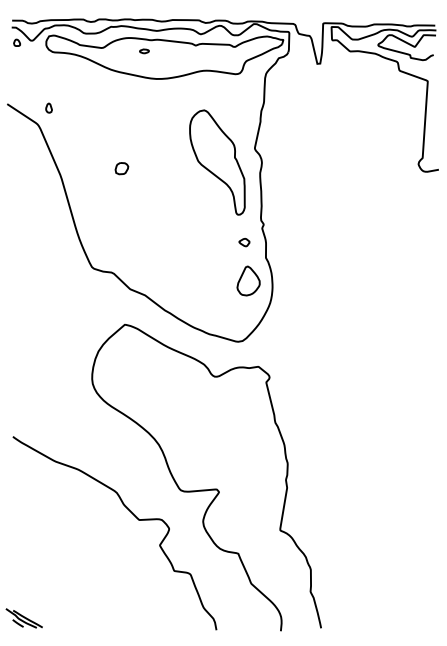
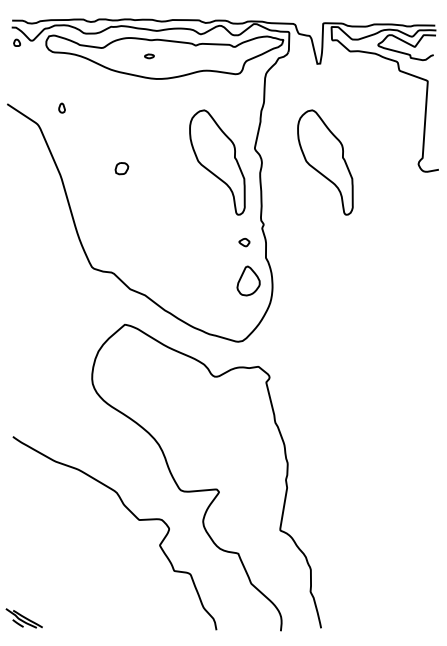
part at (144, 51) position: (144, 51) -> (149, 56)
part at (48, 107) position: (48, 107) -> (61, 107)
part at (325, 162): none -> present
